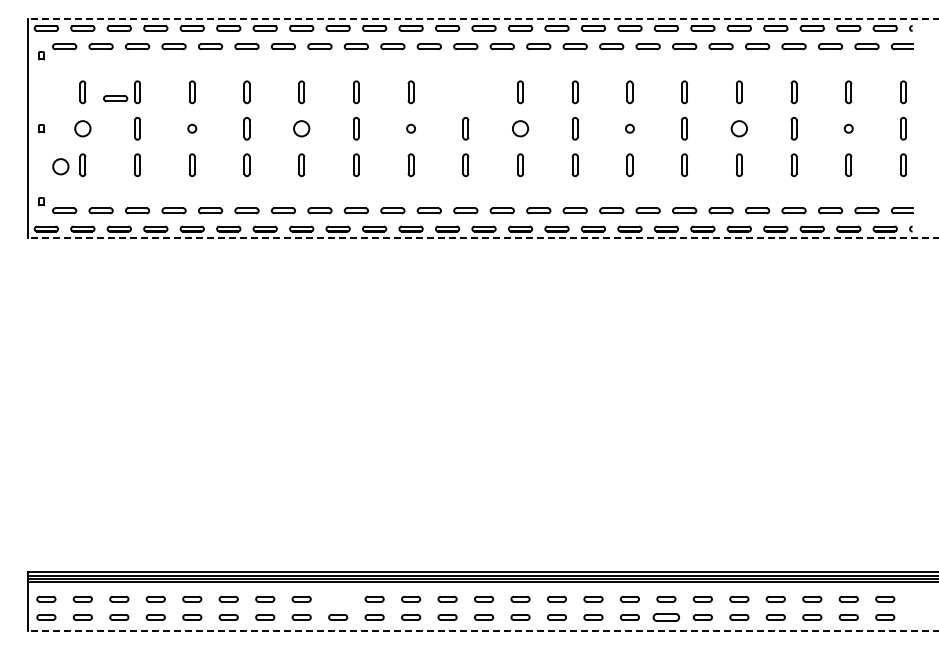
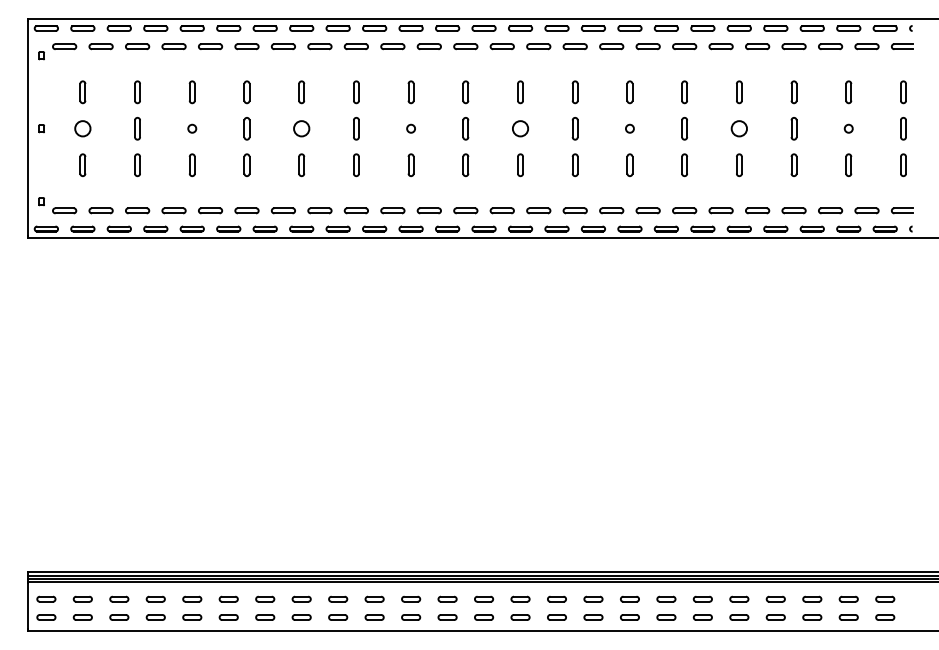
line at (483, 19): dashed -> solid
part at (465, 92): none -> present
part at (115, 98): present -> none
circle at (60, 166): present -> none
line at (483, 238): dashed -> solid
part at (338, 598): none -> present
part at (665, 617) size: 28x9 px -> 21x7 px
line at (483, 630): dashed -> solid
